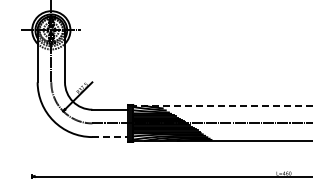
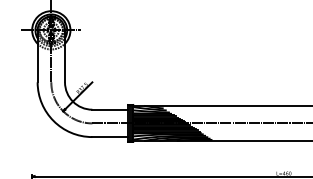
line at (223, 105): dashed -> solid
line at (110, 137): dashed -> solid
